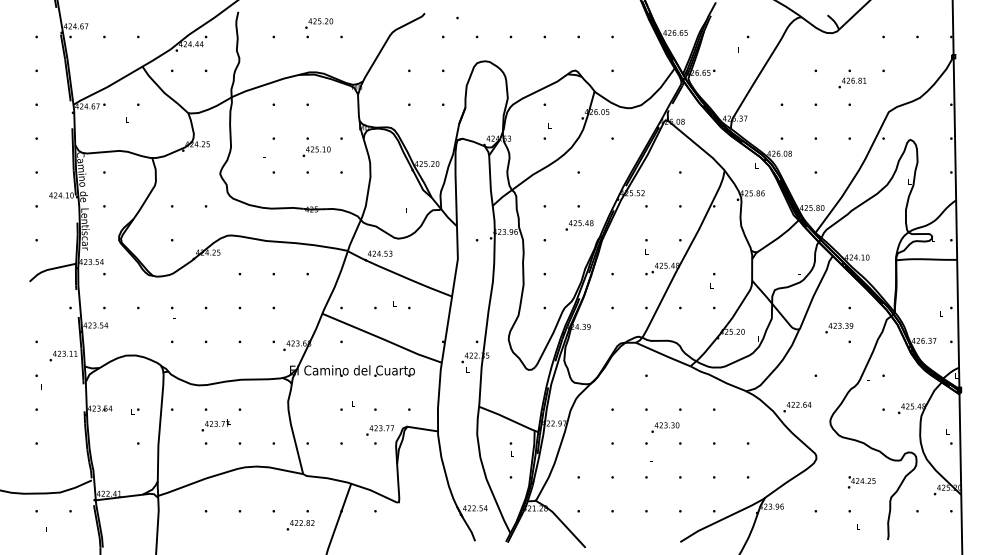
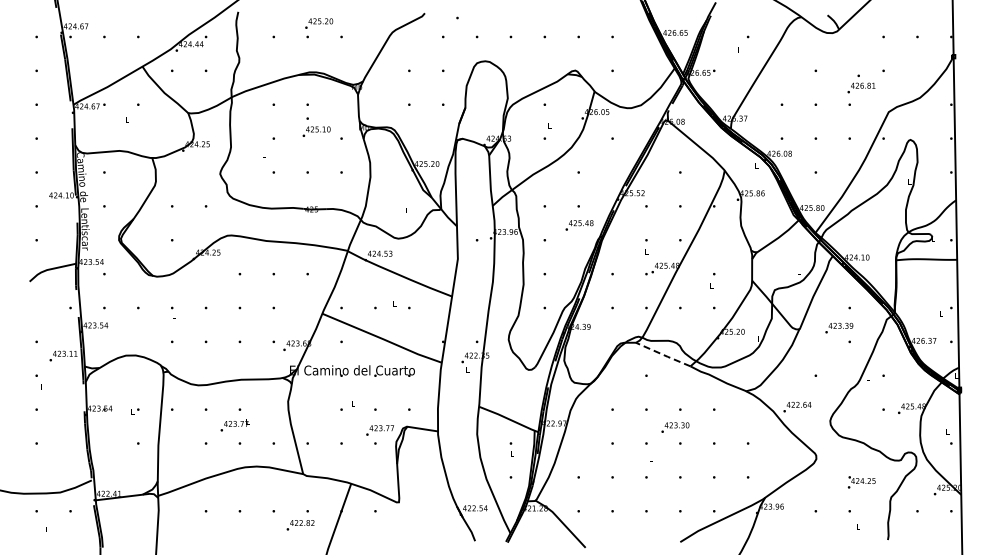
text at (852, 78) position: (852, 78) -> (861, 83)
text at (316, 146) position: (316, 146) -> (316, 126)
line at (663, 354): solid -> dashed
text at (215, 425) position: (215, 425) -> (234, 425)
text at (665, 427) position: (665, 427) -> (675, 427)
